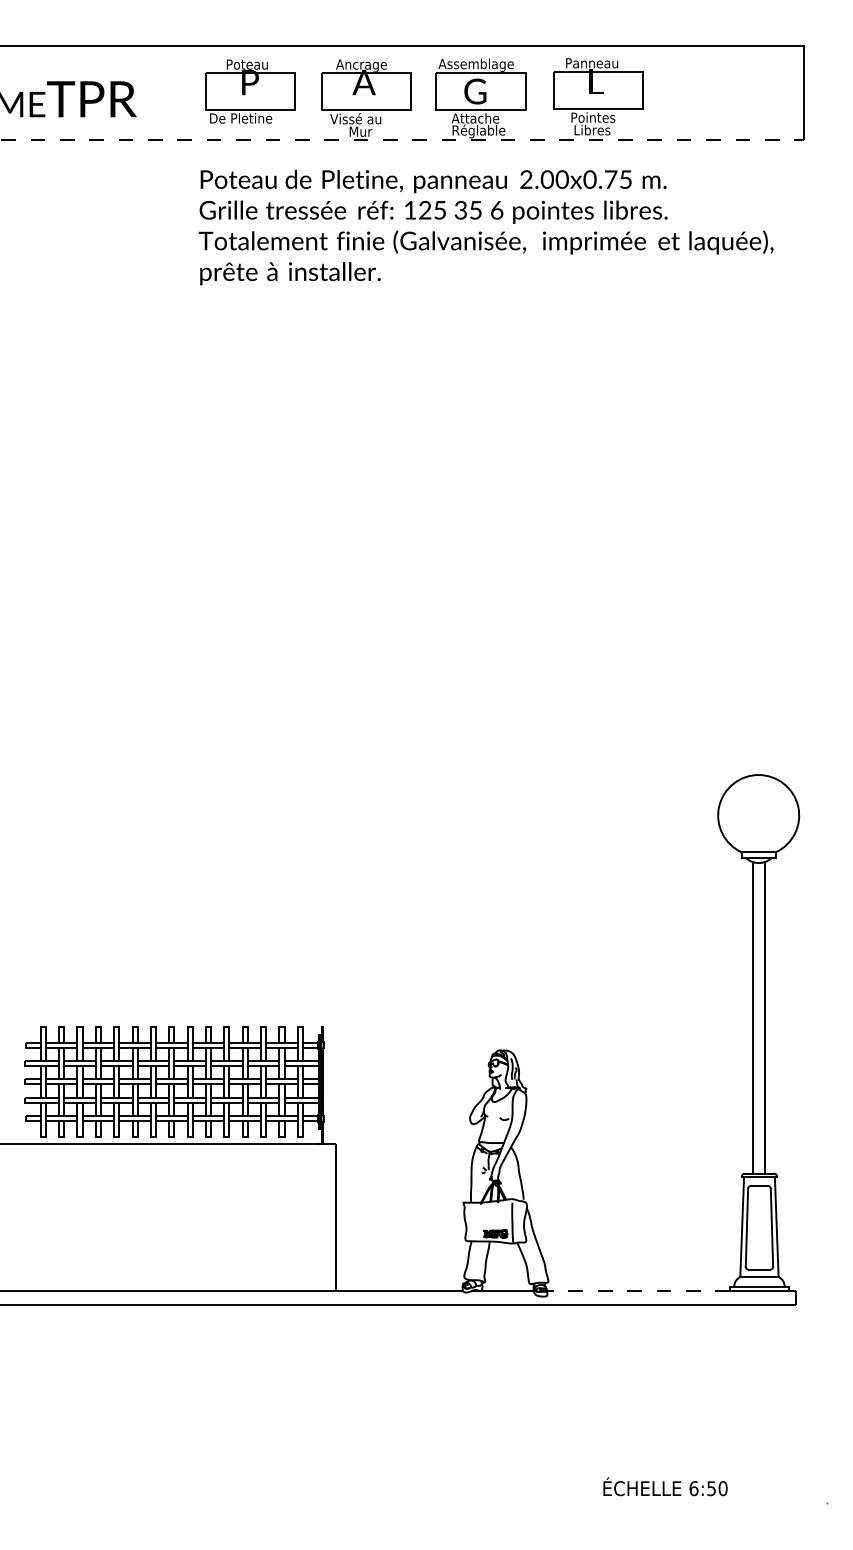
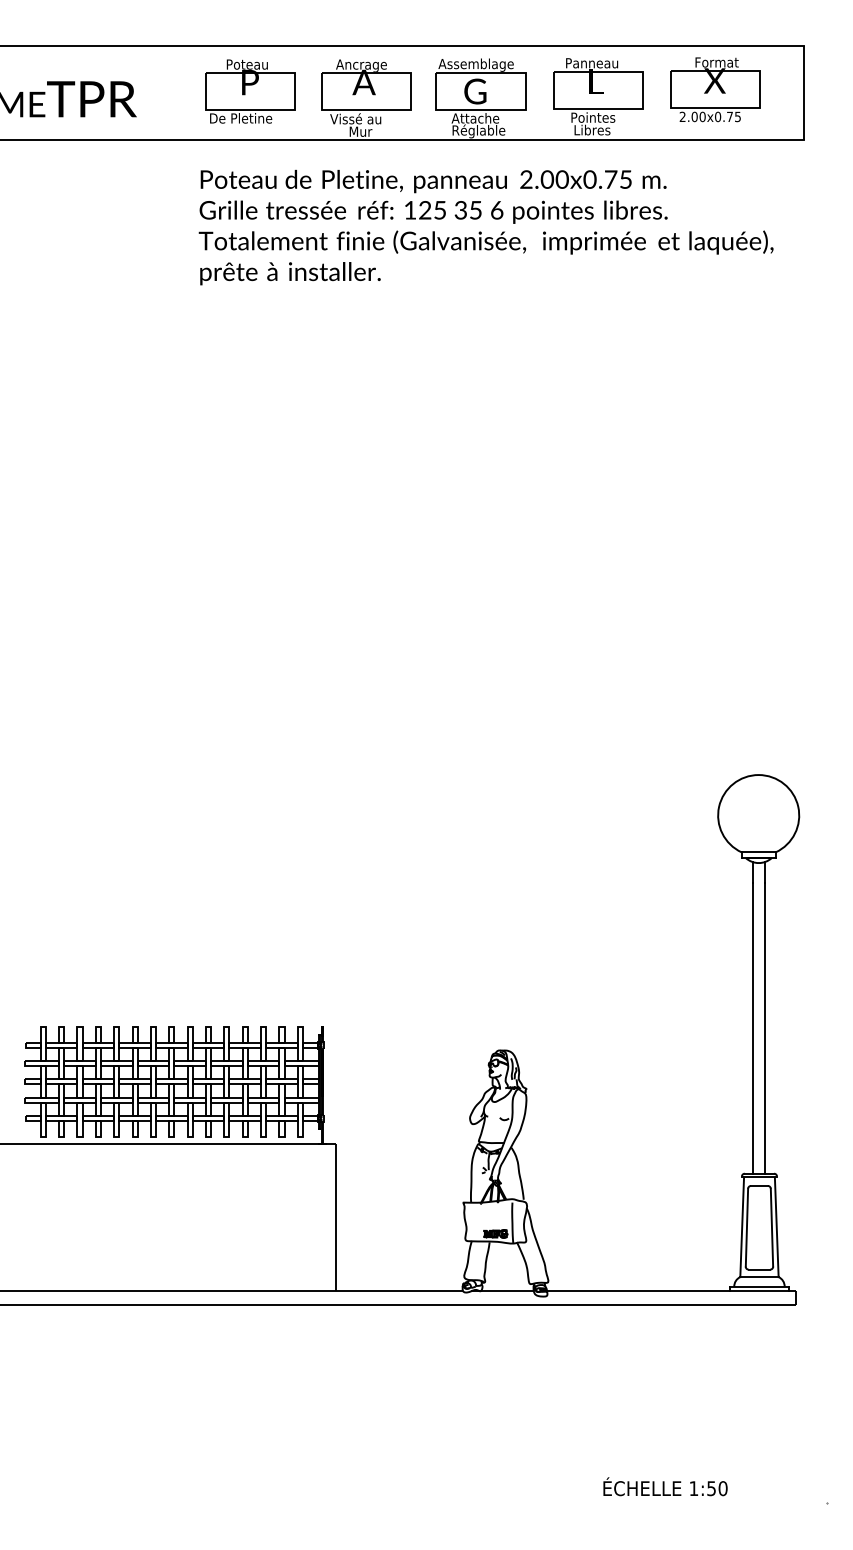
part at (715, 89): none -> present
line at (402, 139): dashed -> solid
line at (638, 1291): dashed -> solid
text at (693, 1488): 6:50 -> 1:50
